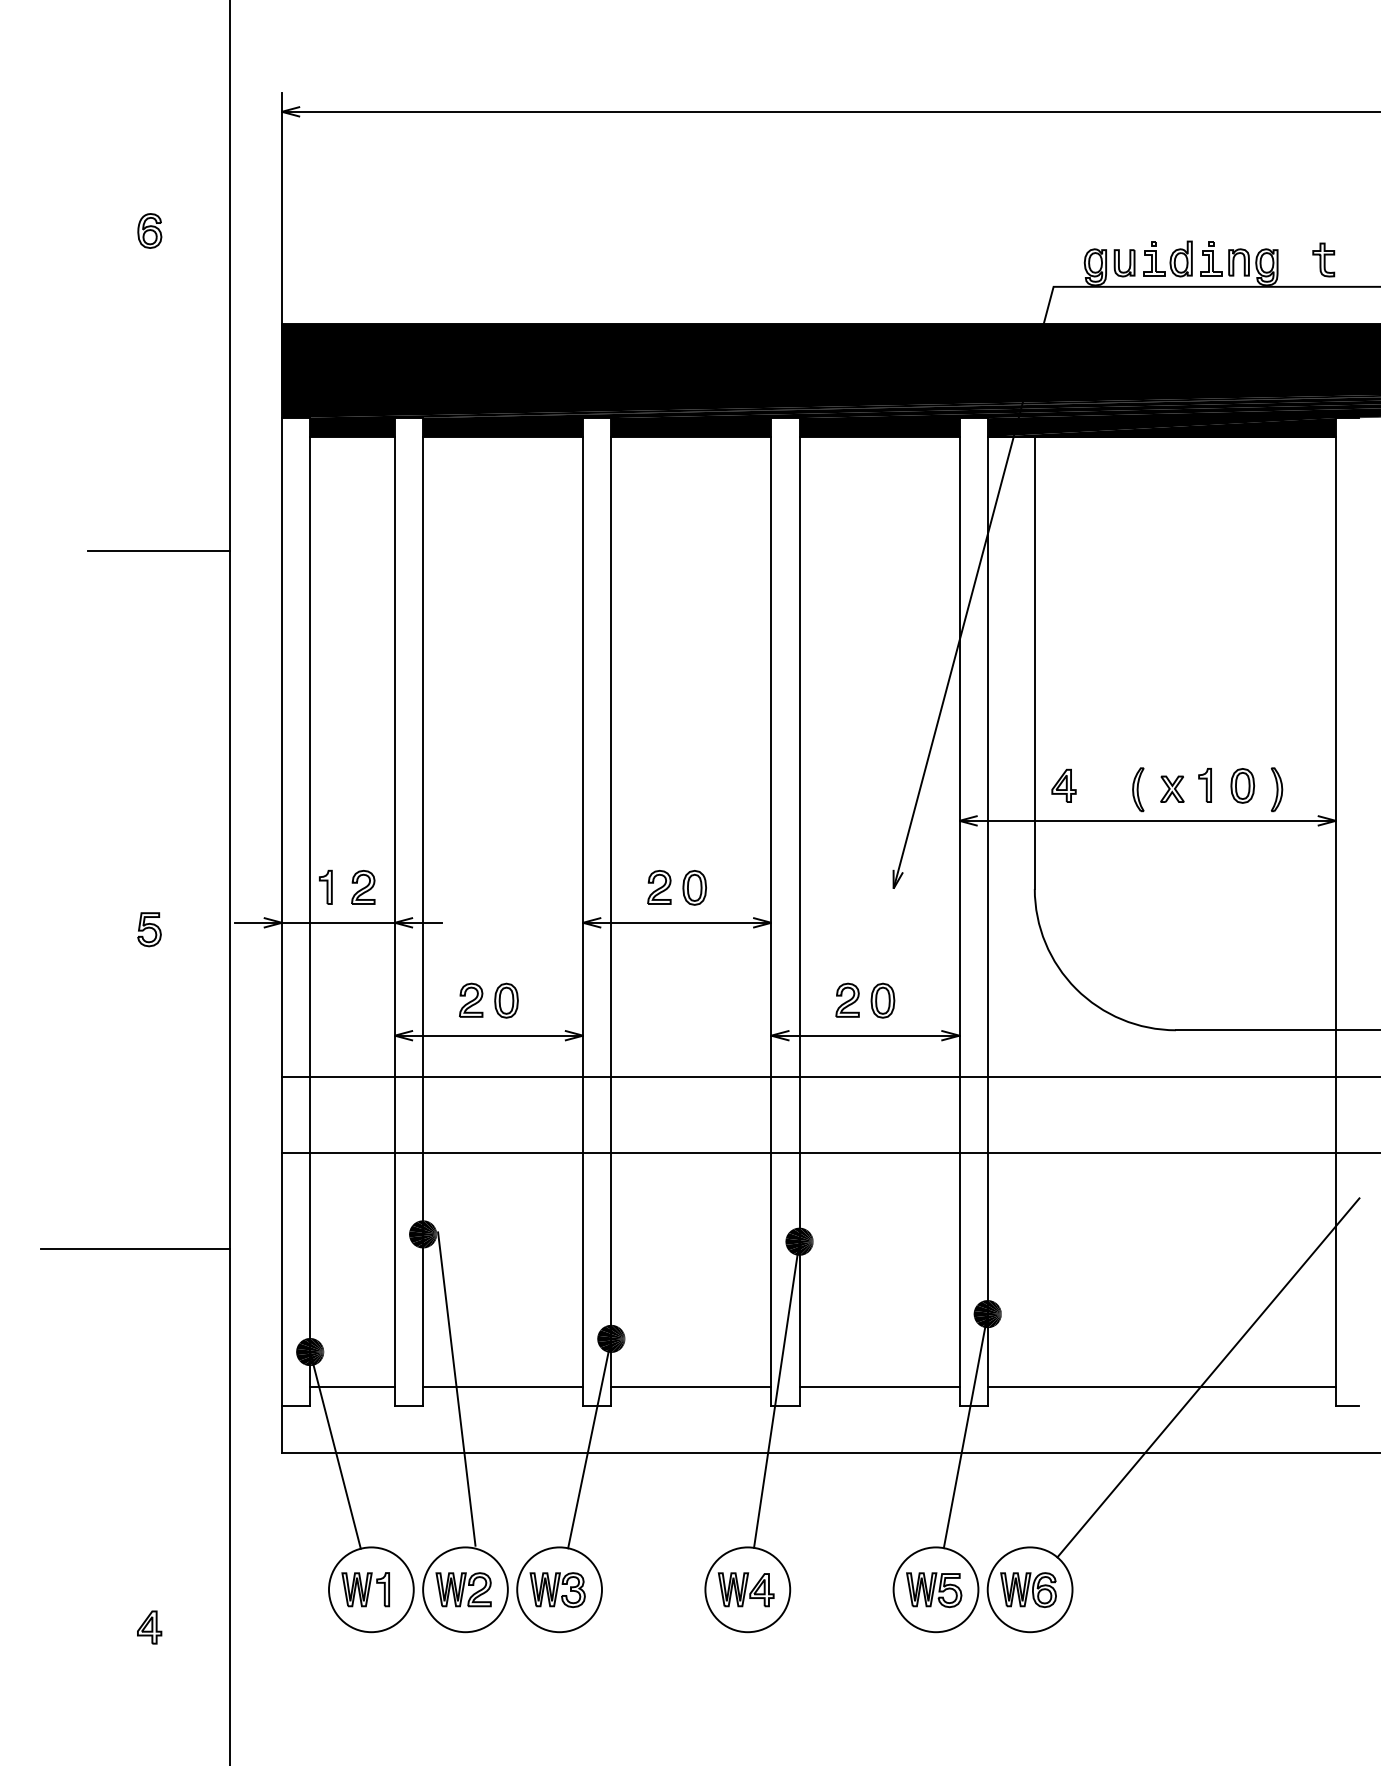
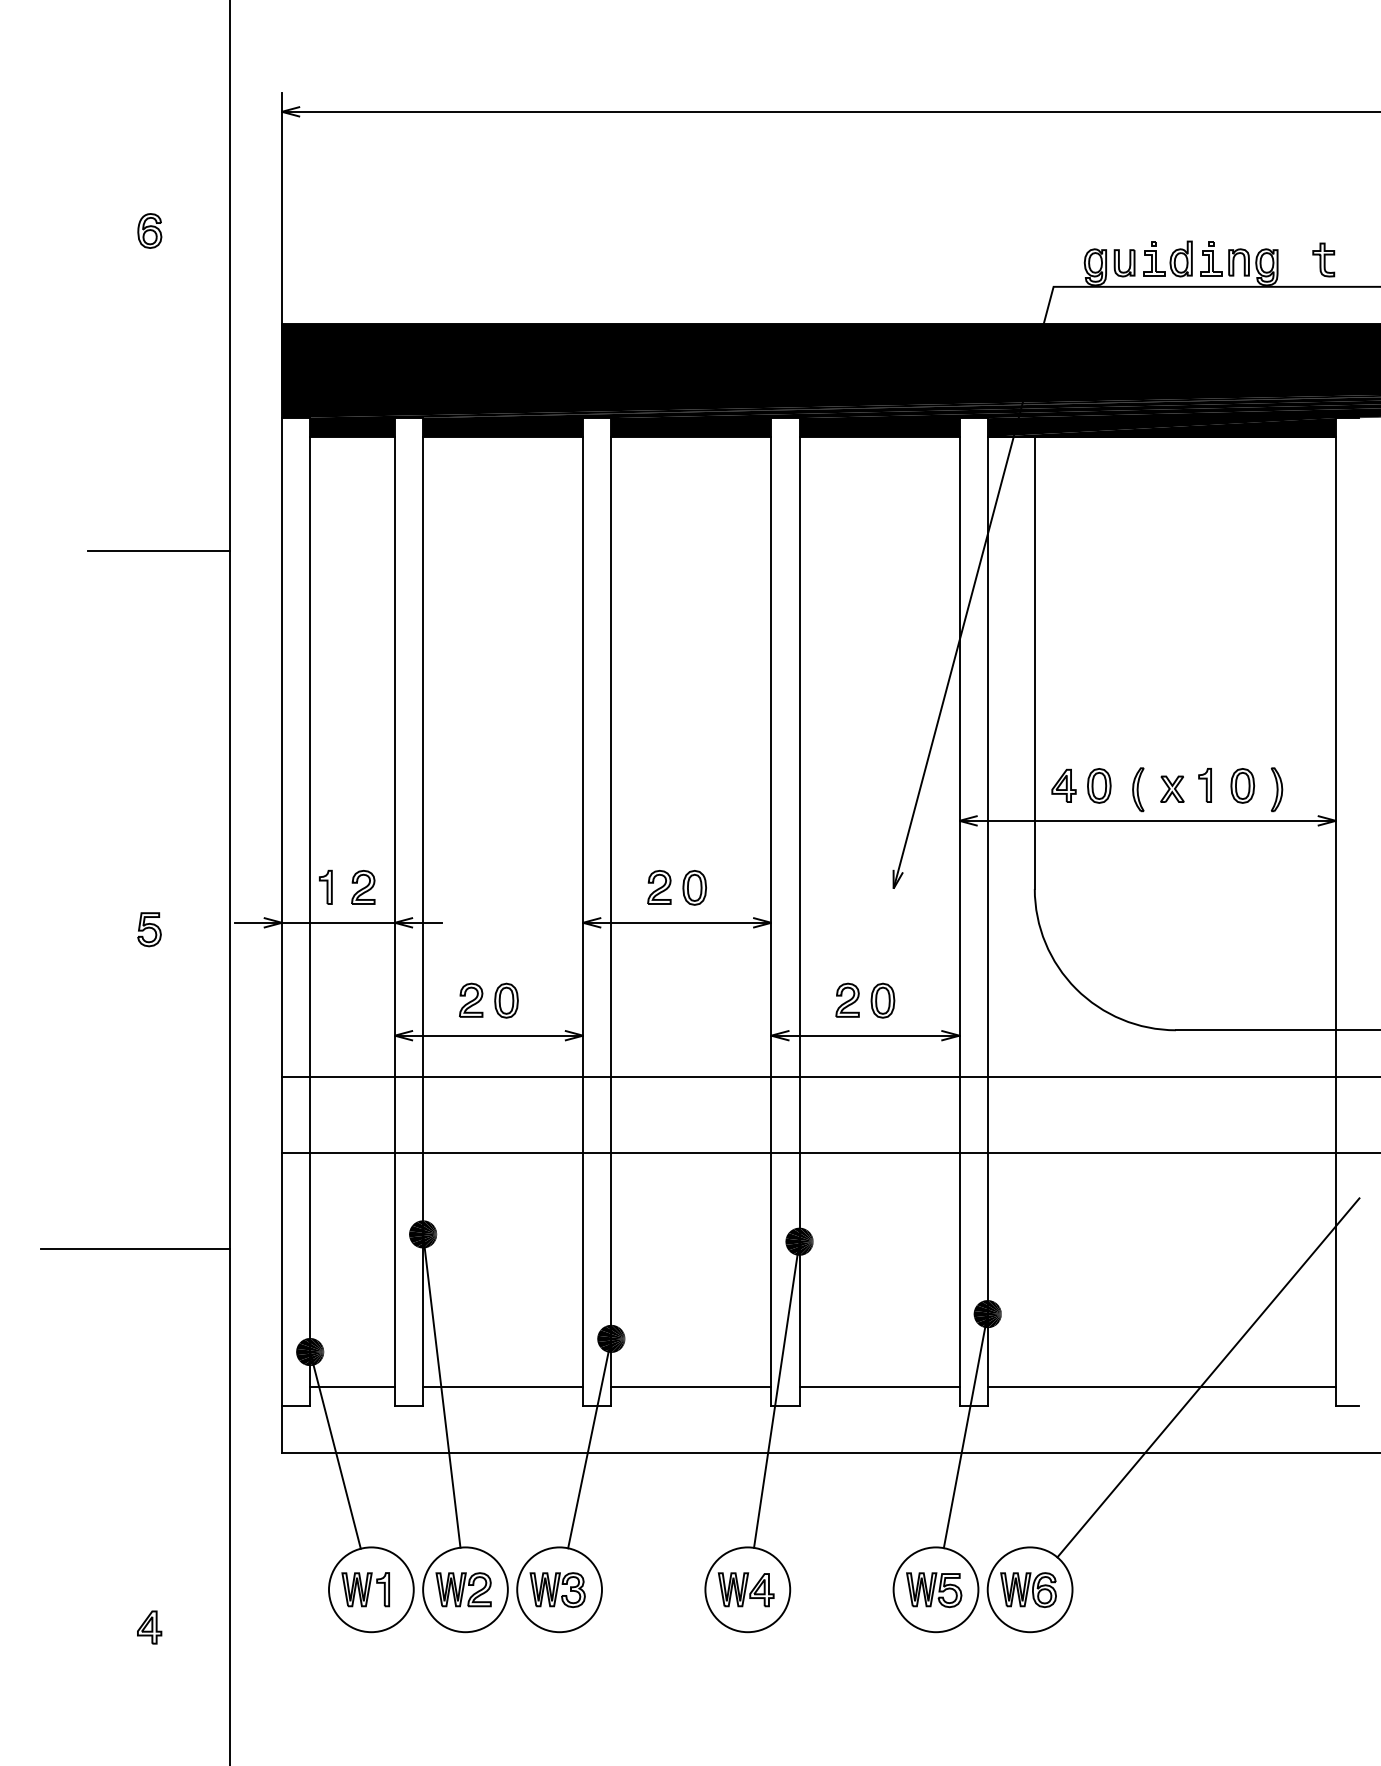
part at (1099, 785): none -> present
line at (456, 1388) position: (456, 1388) -> (441, 1390)
